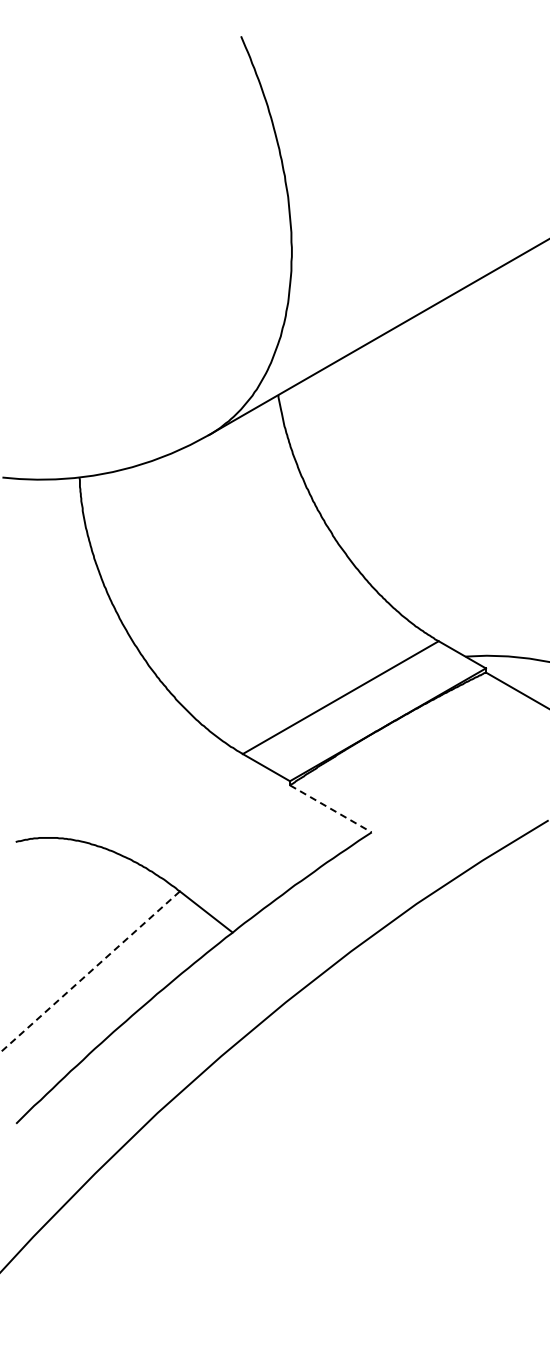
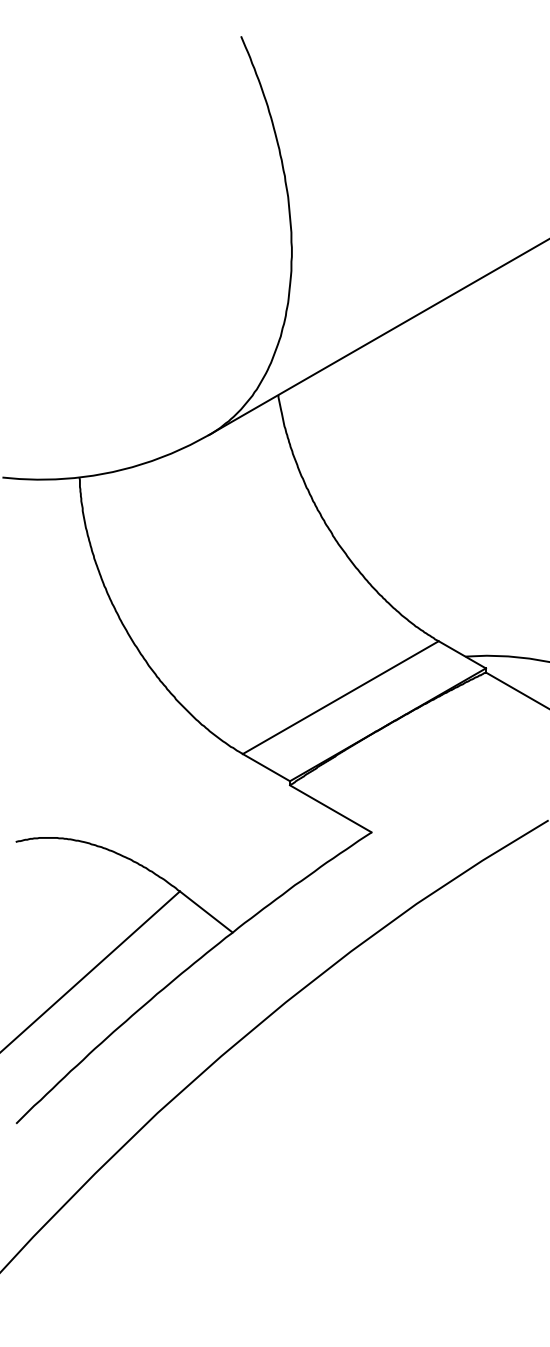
line at (331, 809): dashed -> solid
line at (90, 972): dashed -> solid
